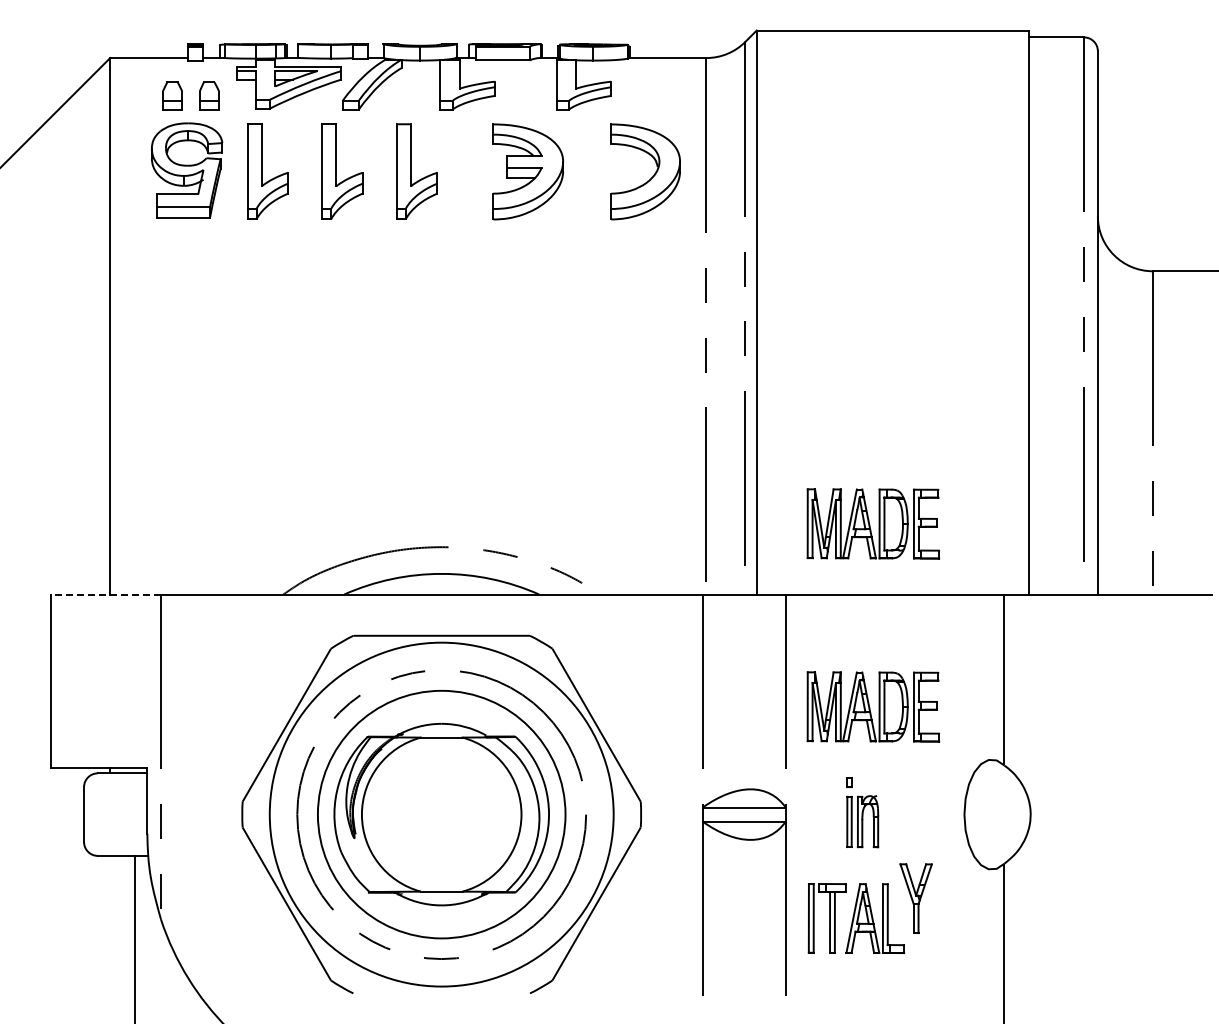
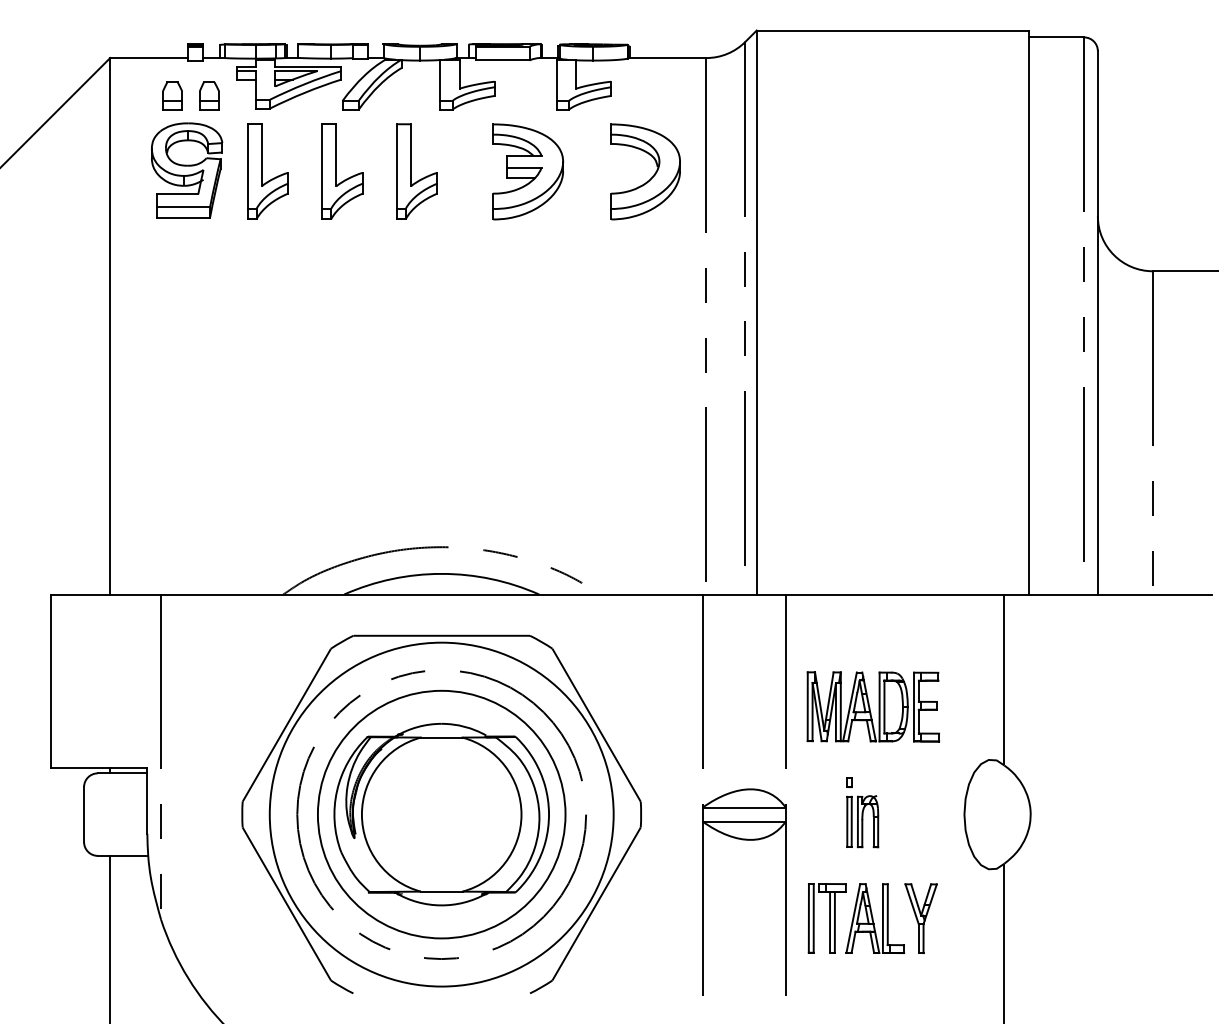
part at (873, 523): present -> none
line at (105, 594): dashed -> solid
part at (915, 898) position: (915, 898) -> (920, 918)
line at (135, 937) position: (135, 937) -> (110, 937)
